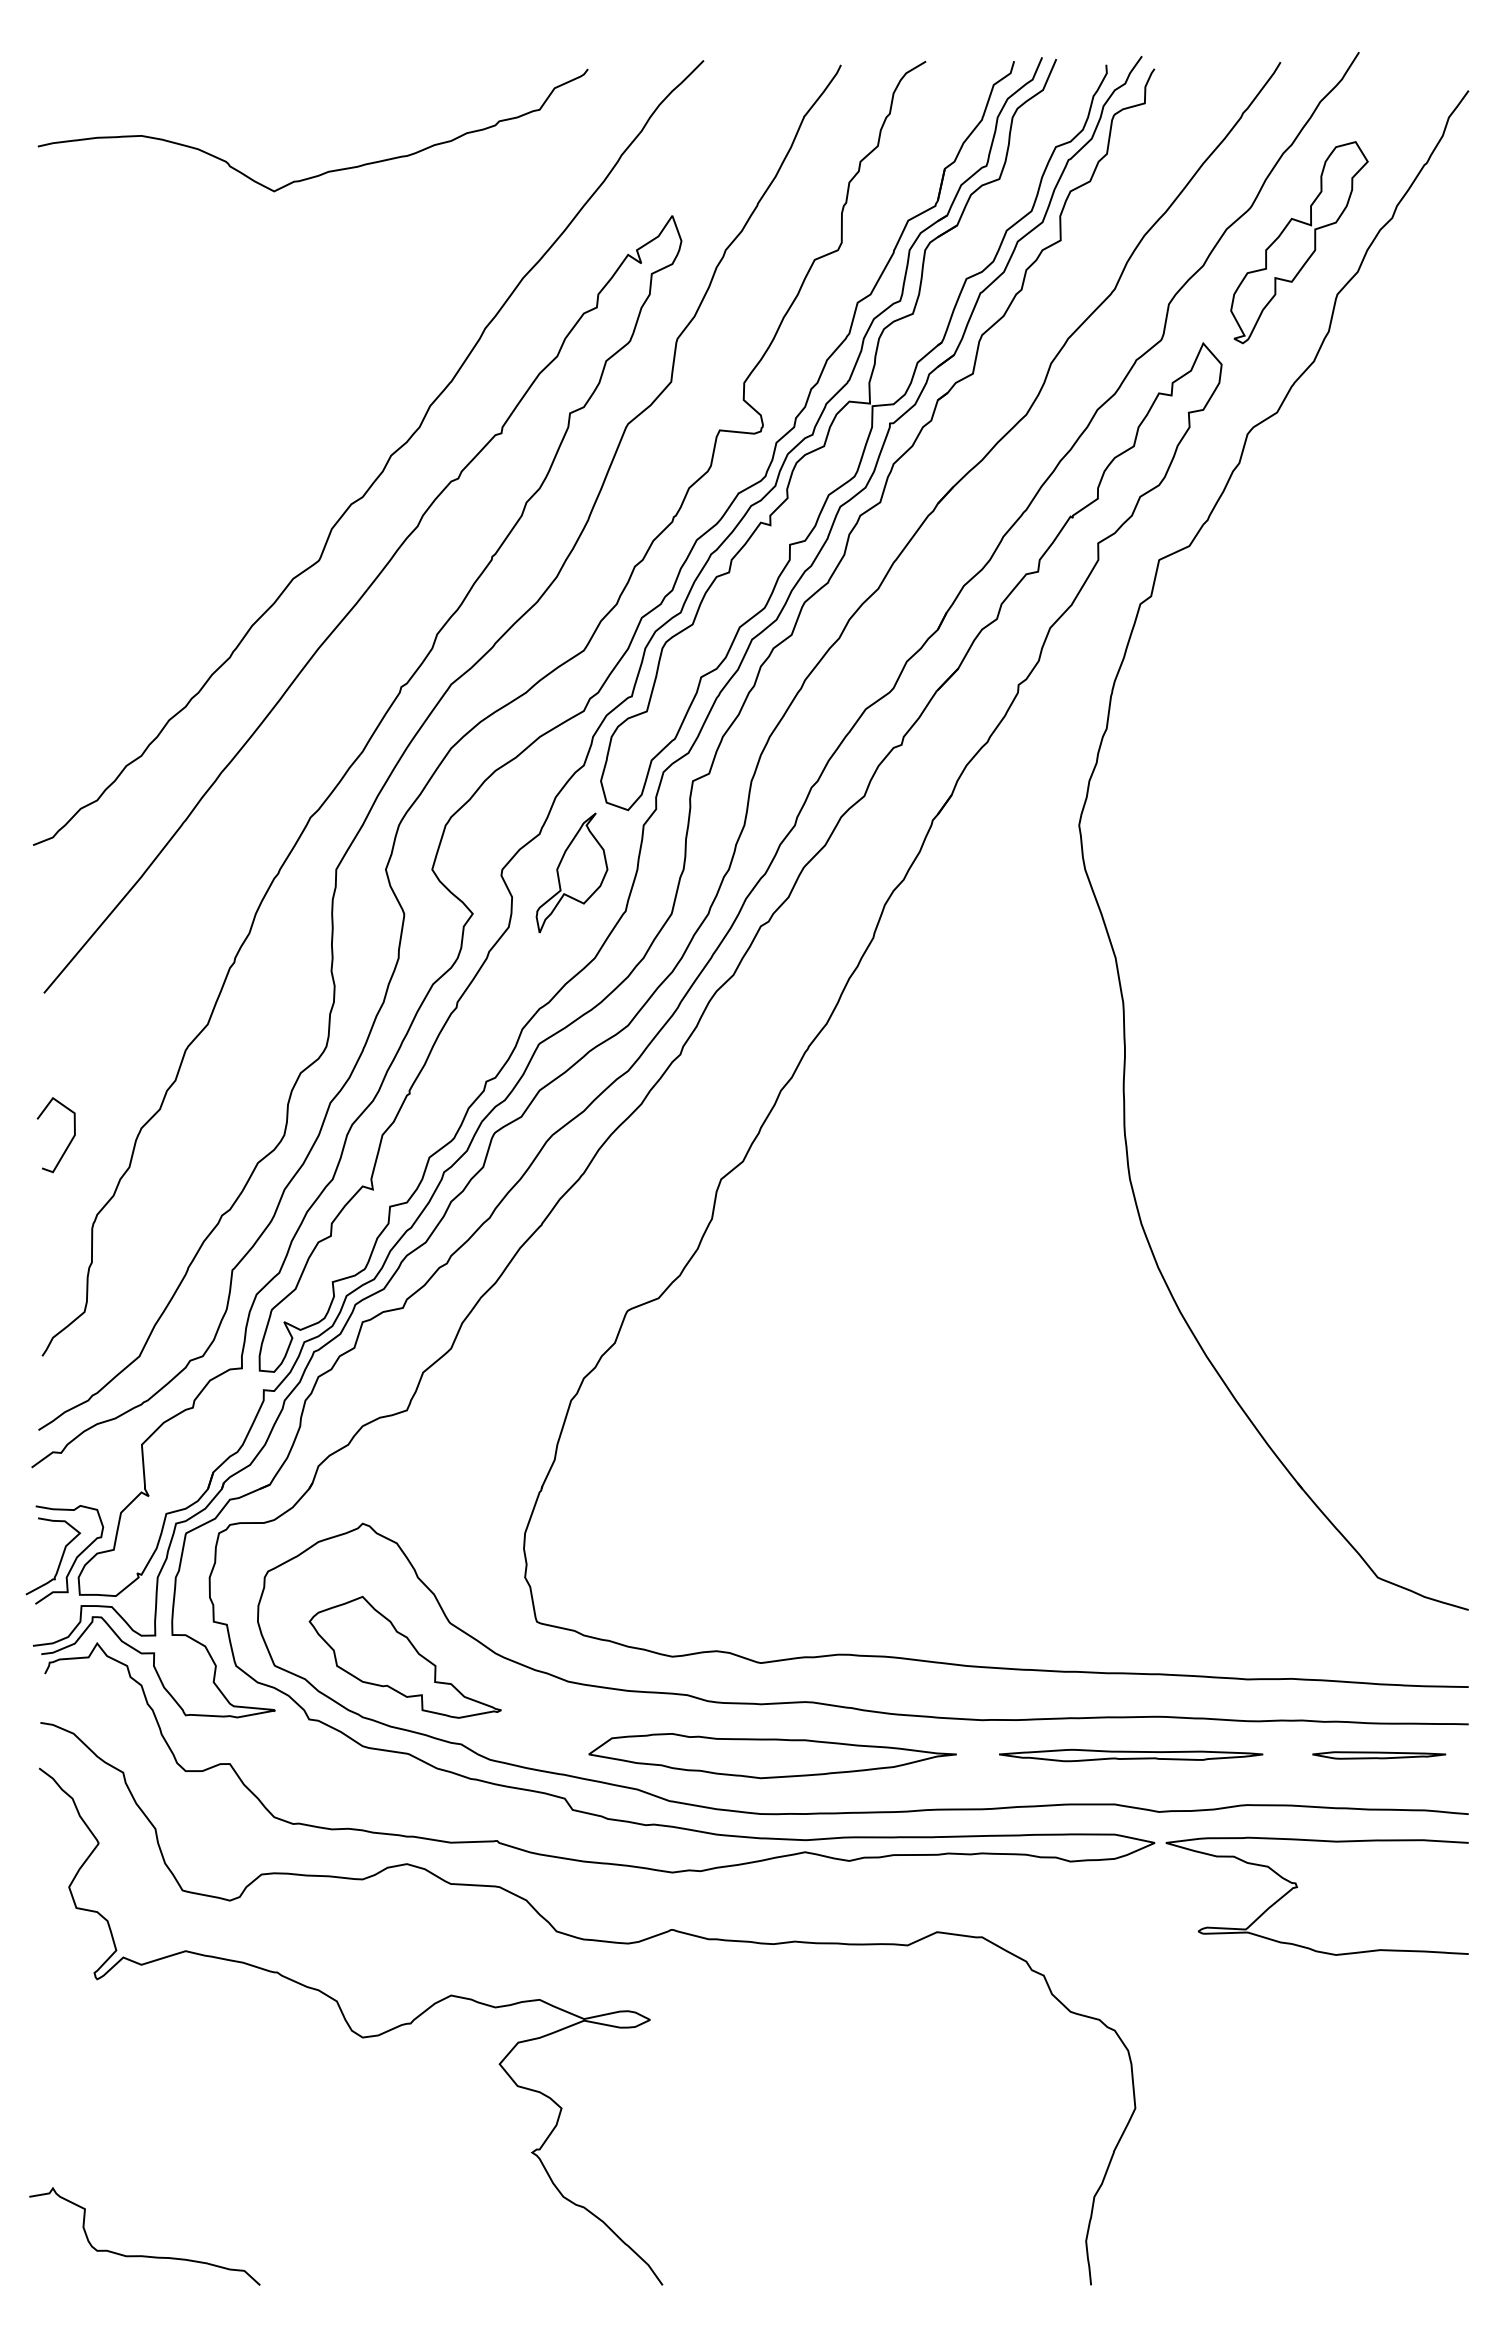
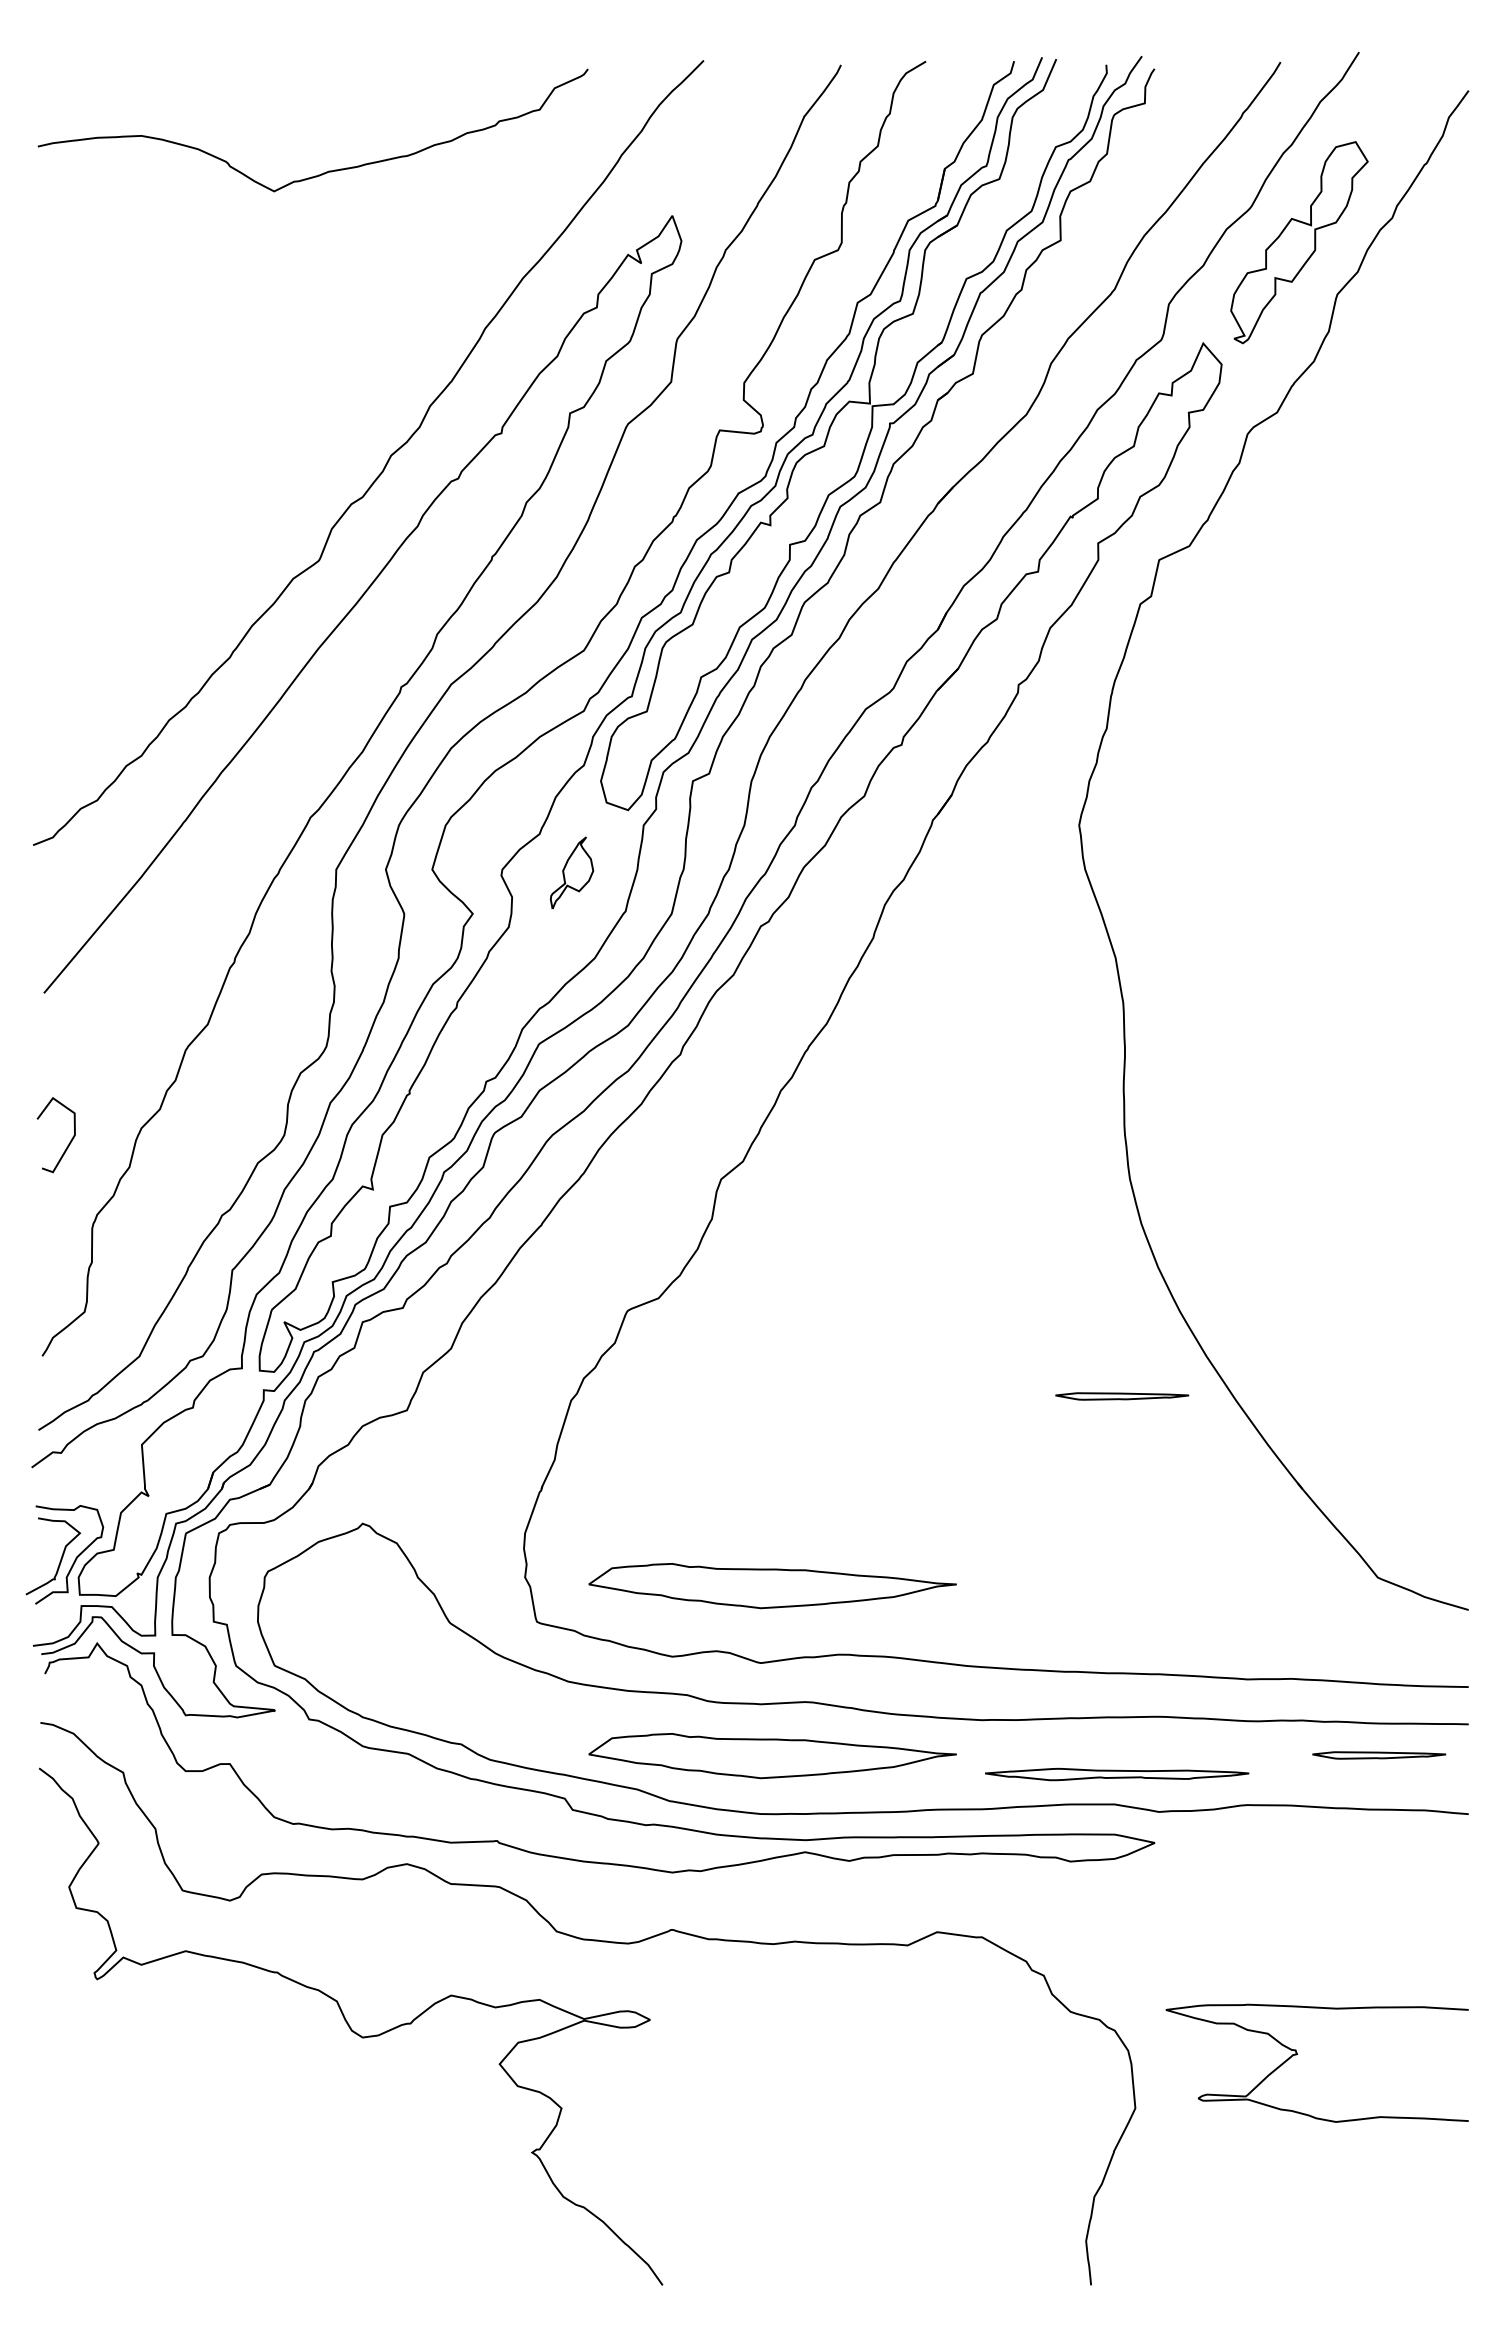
part at (571, 872) size: 74x122 px -> 46x74 px
part at (1122, 1396): none -> present
part at (772, 1586): none -> present
part at (404, 1656): present -> none
part at (1131, 1755) position: (1131, 1755) -> (1117, 1774)
curve at (1298, 1887) position: (1298, 1887) -> (1298, 2054)
curve at (144, 2255): present -> none
